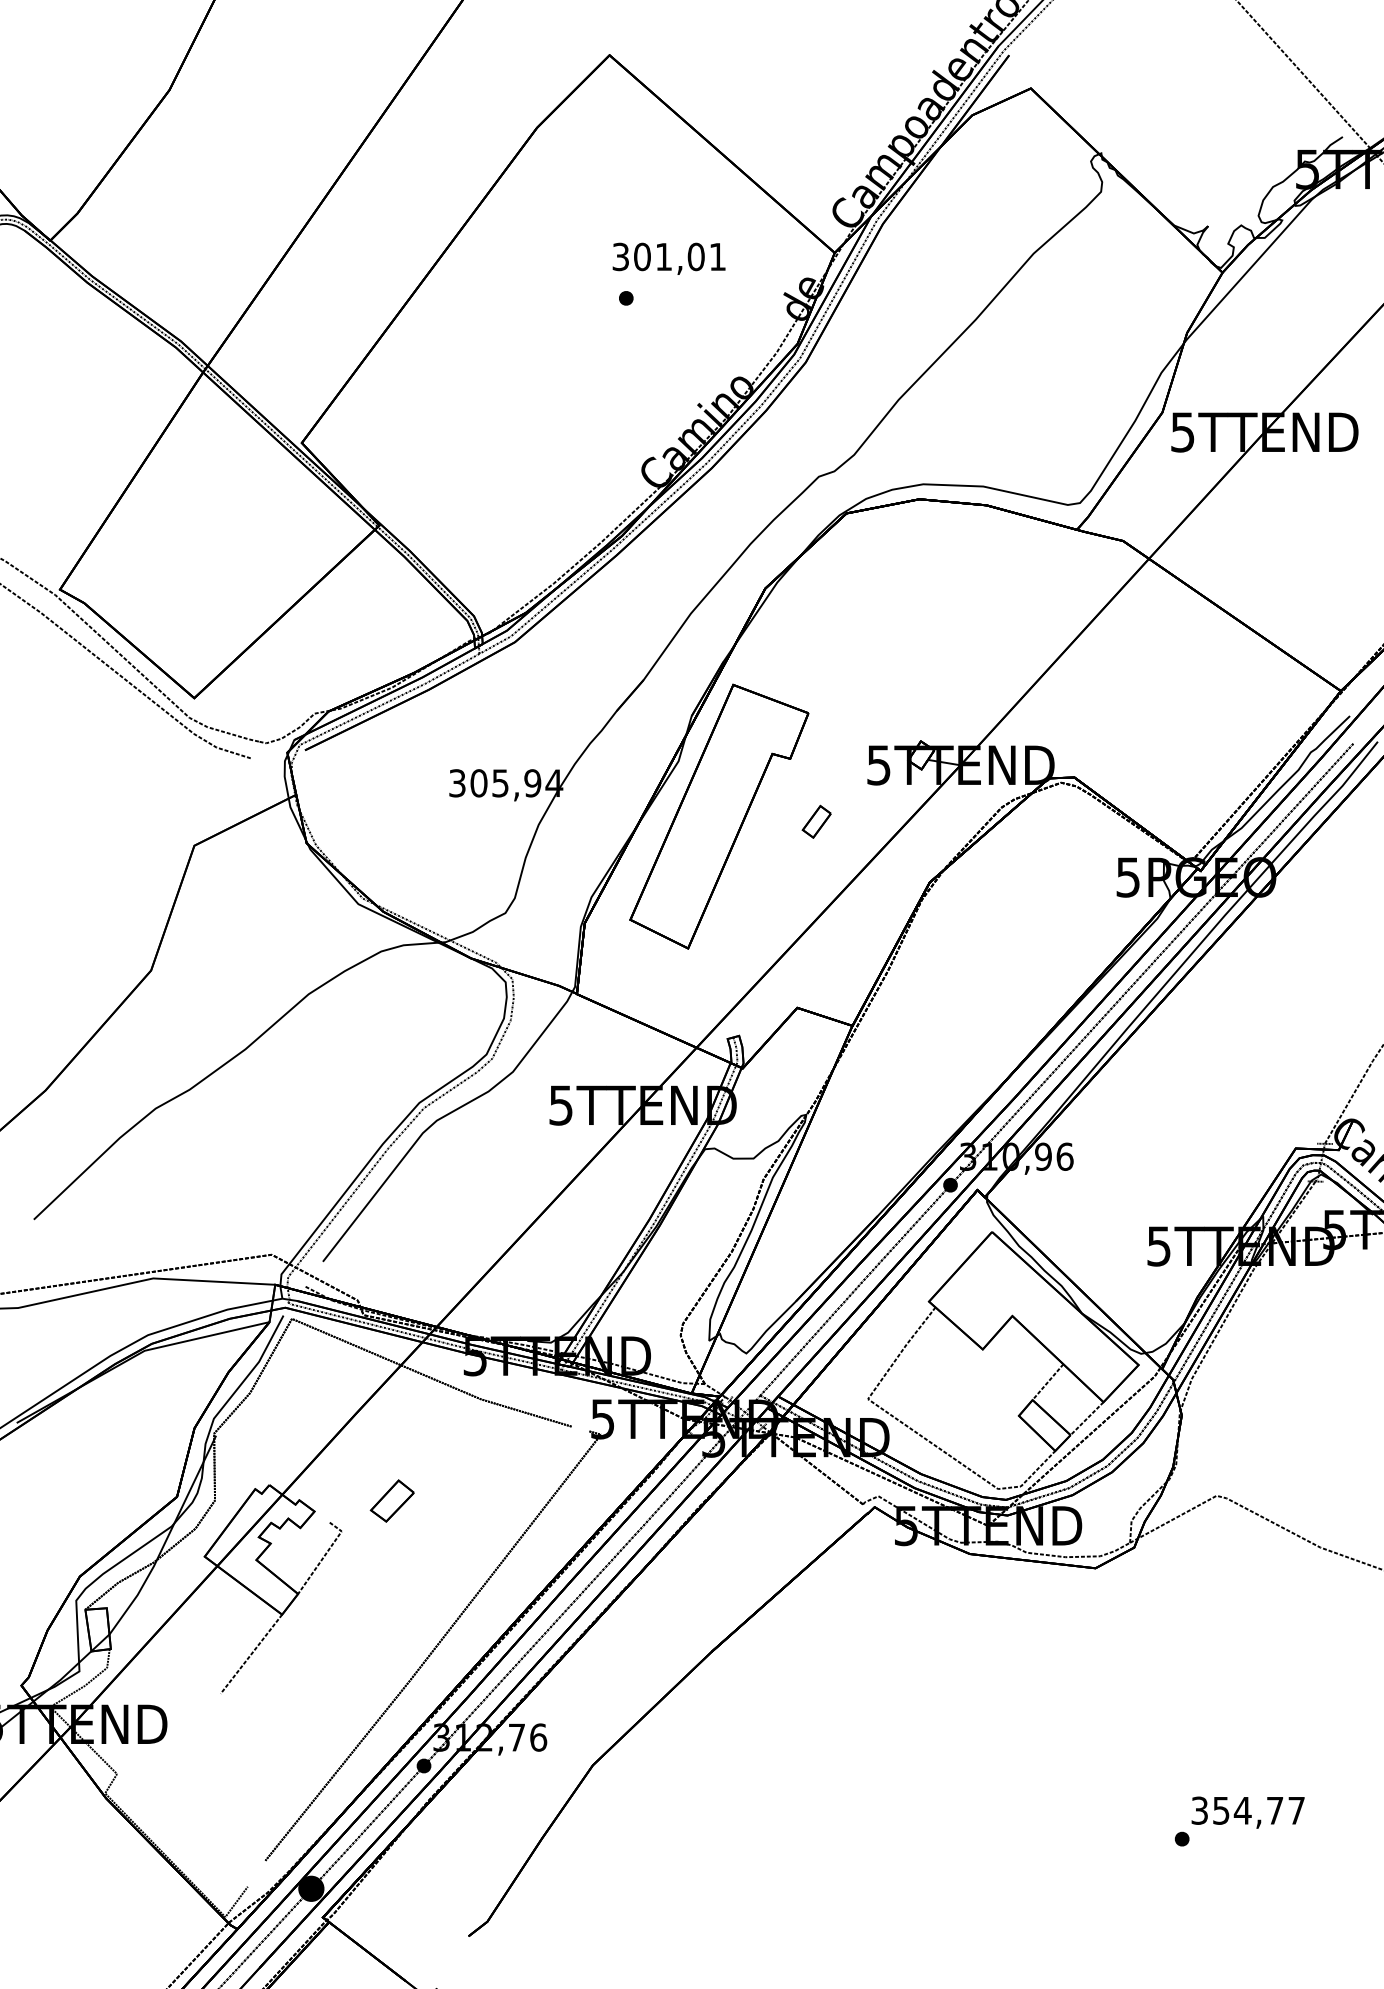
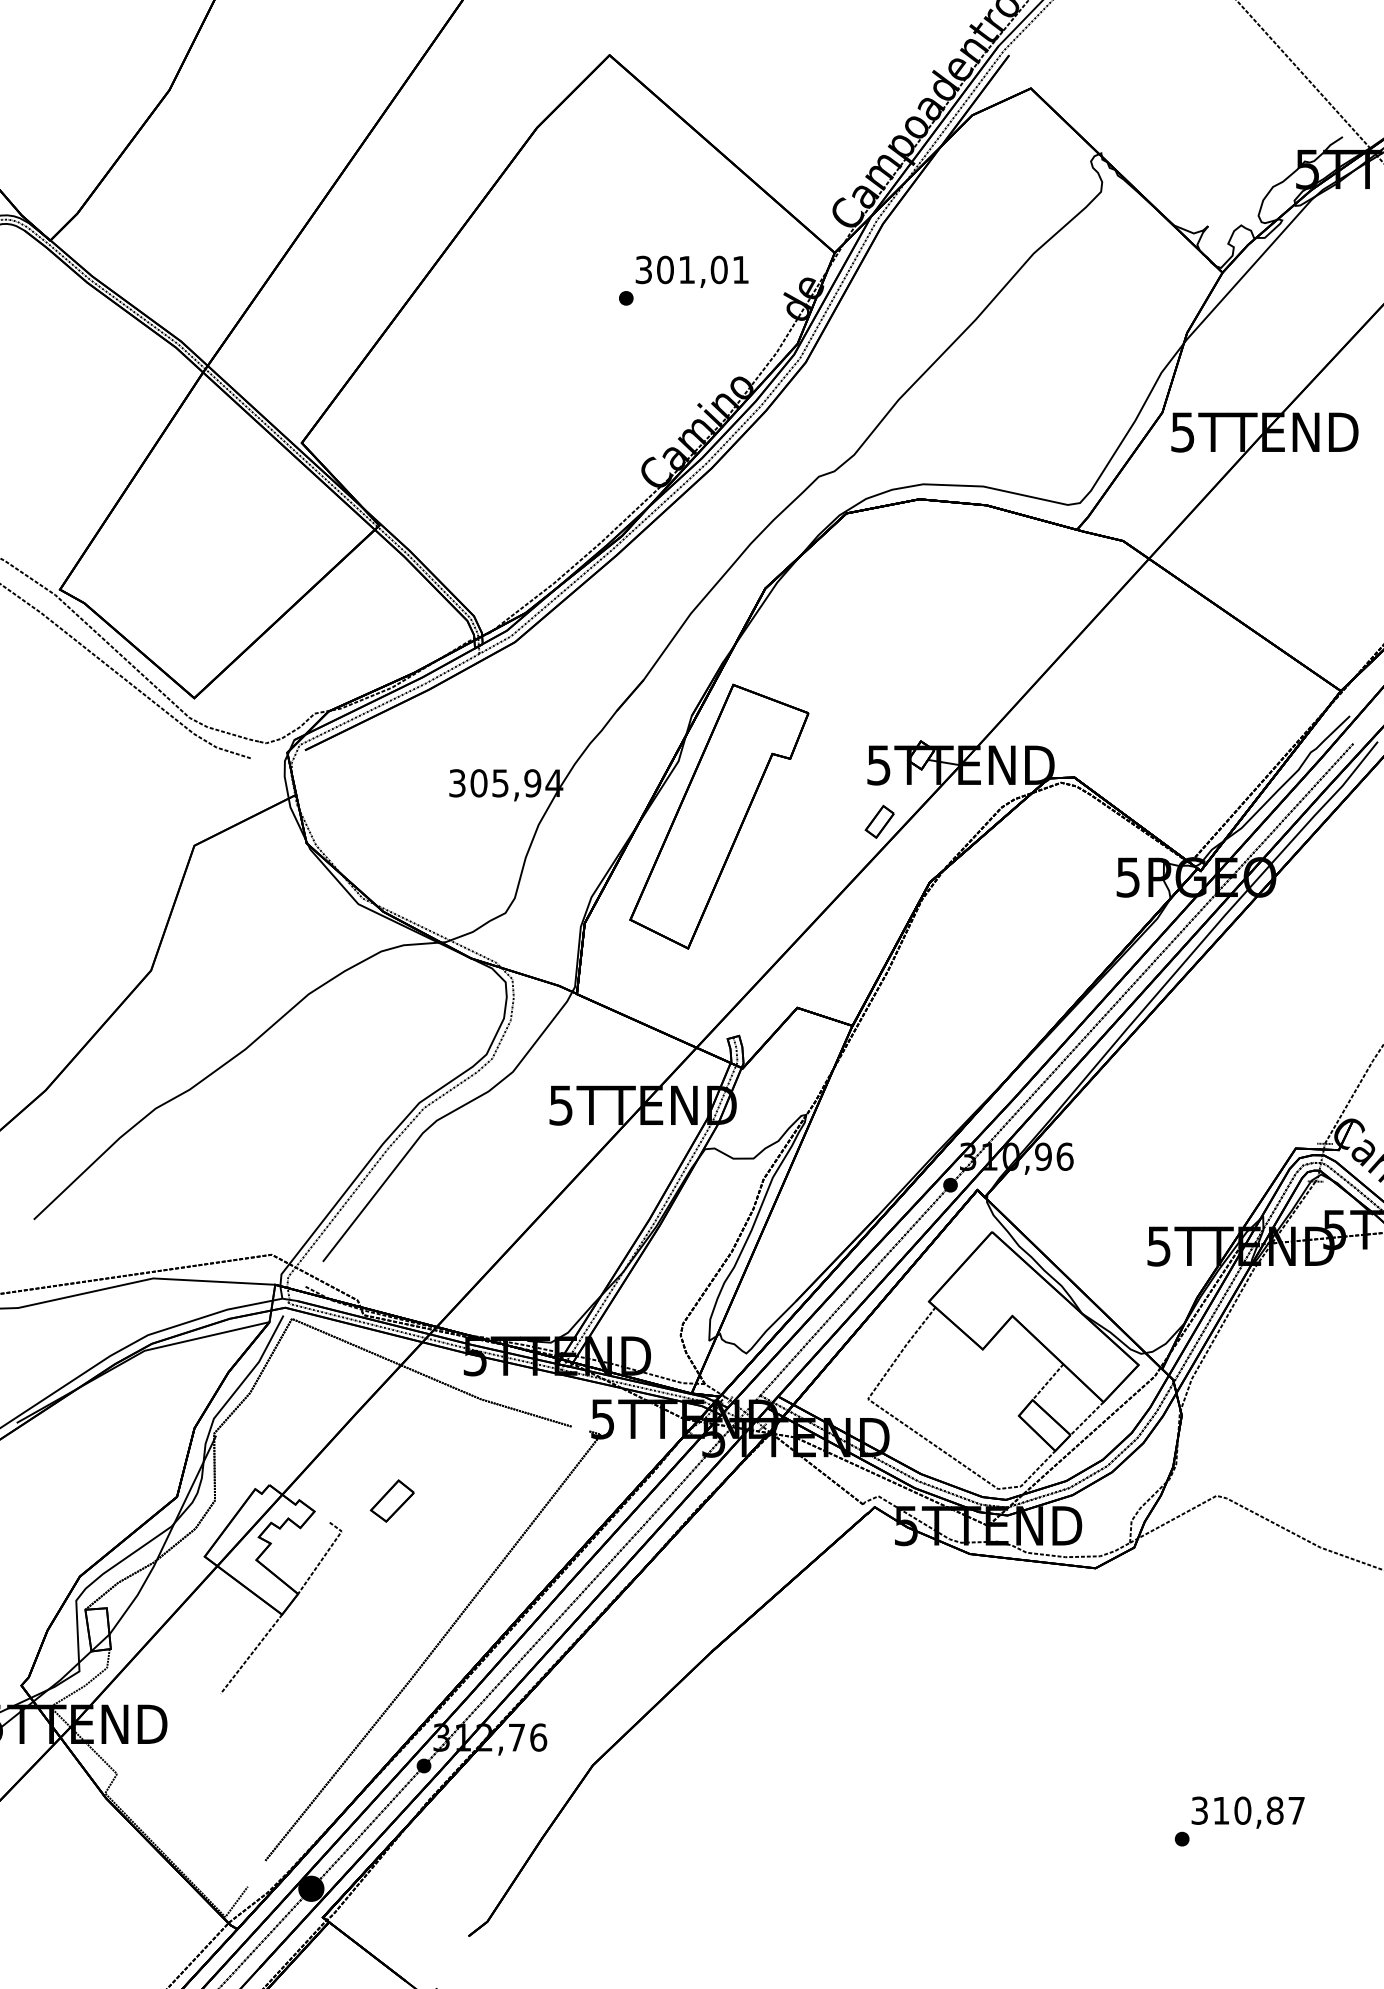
text at (668, 258) position: (668, 258) -> (691, 271)
part at (816, 821) position: (816, 821) -> (879, 821)
text at (1248, 1810): 354,77 -> 310,87
